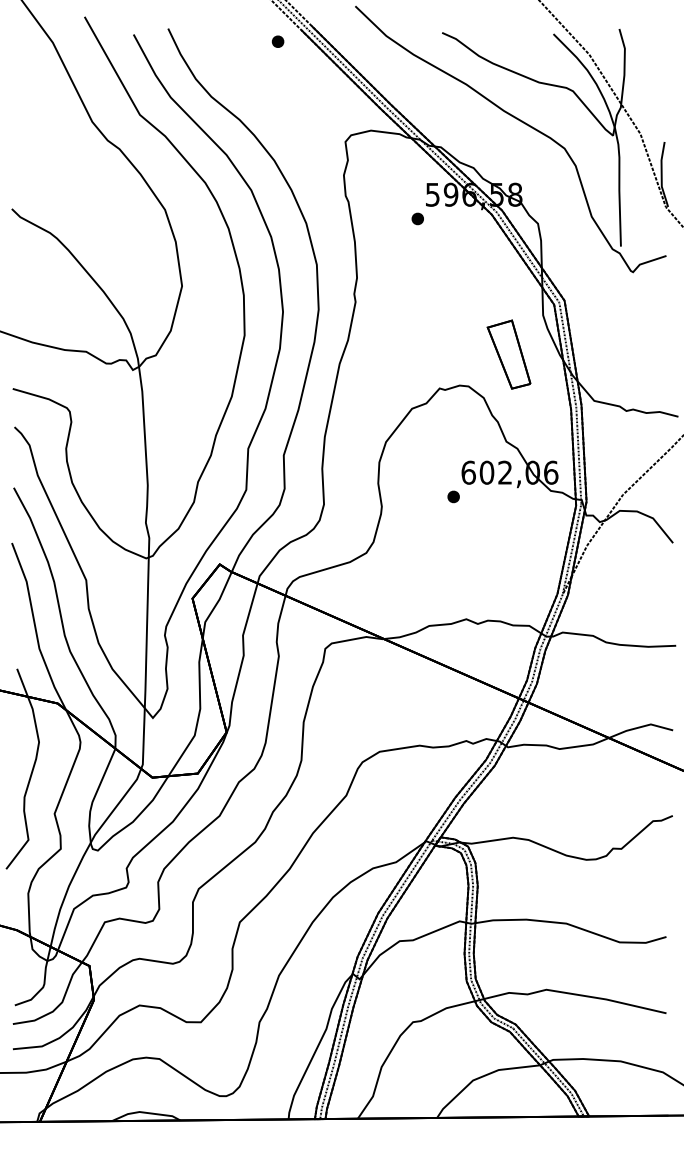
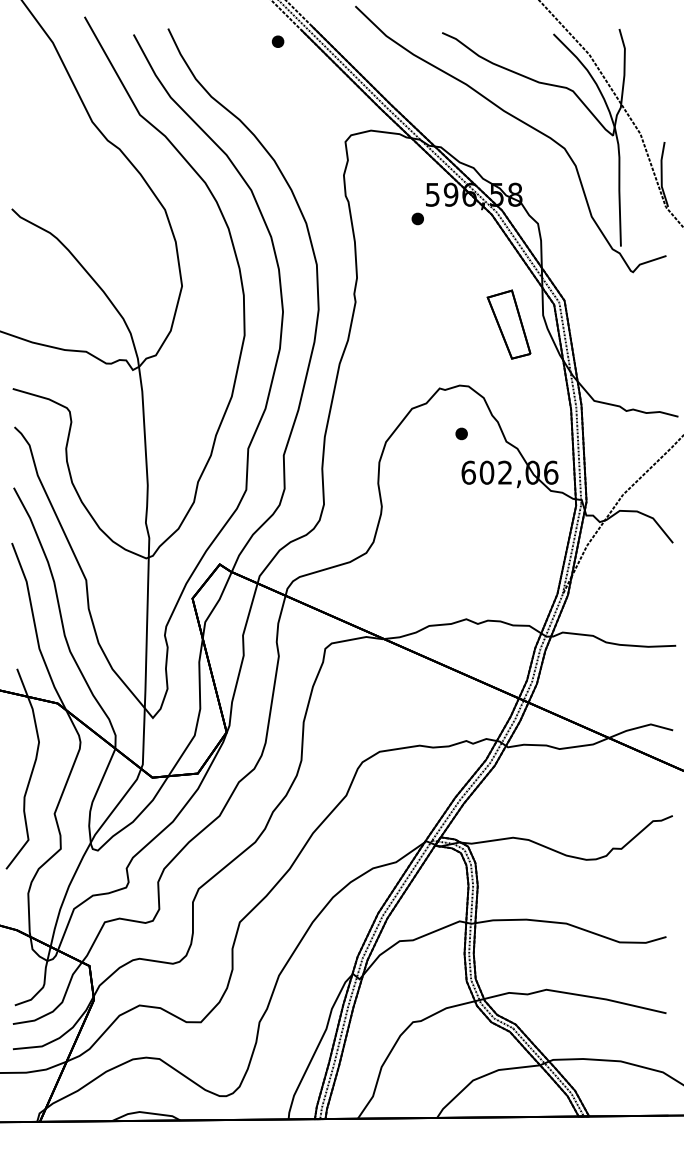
part at (508, 354) position: (508, 354) -> (508, 324)
part at (453, 496) position: (453, 496) -> (461, 433)
